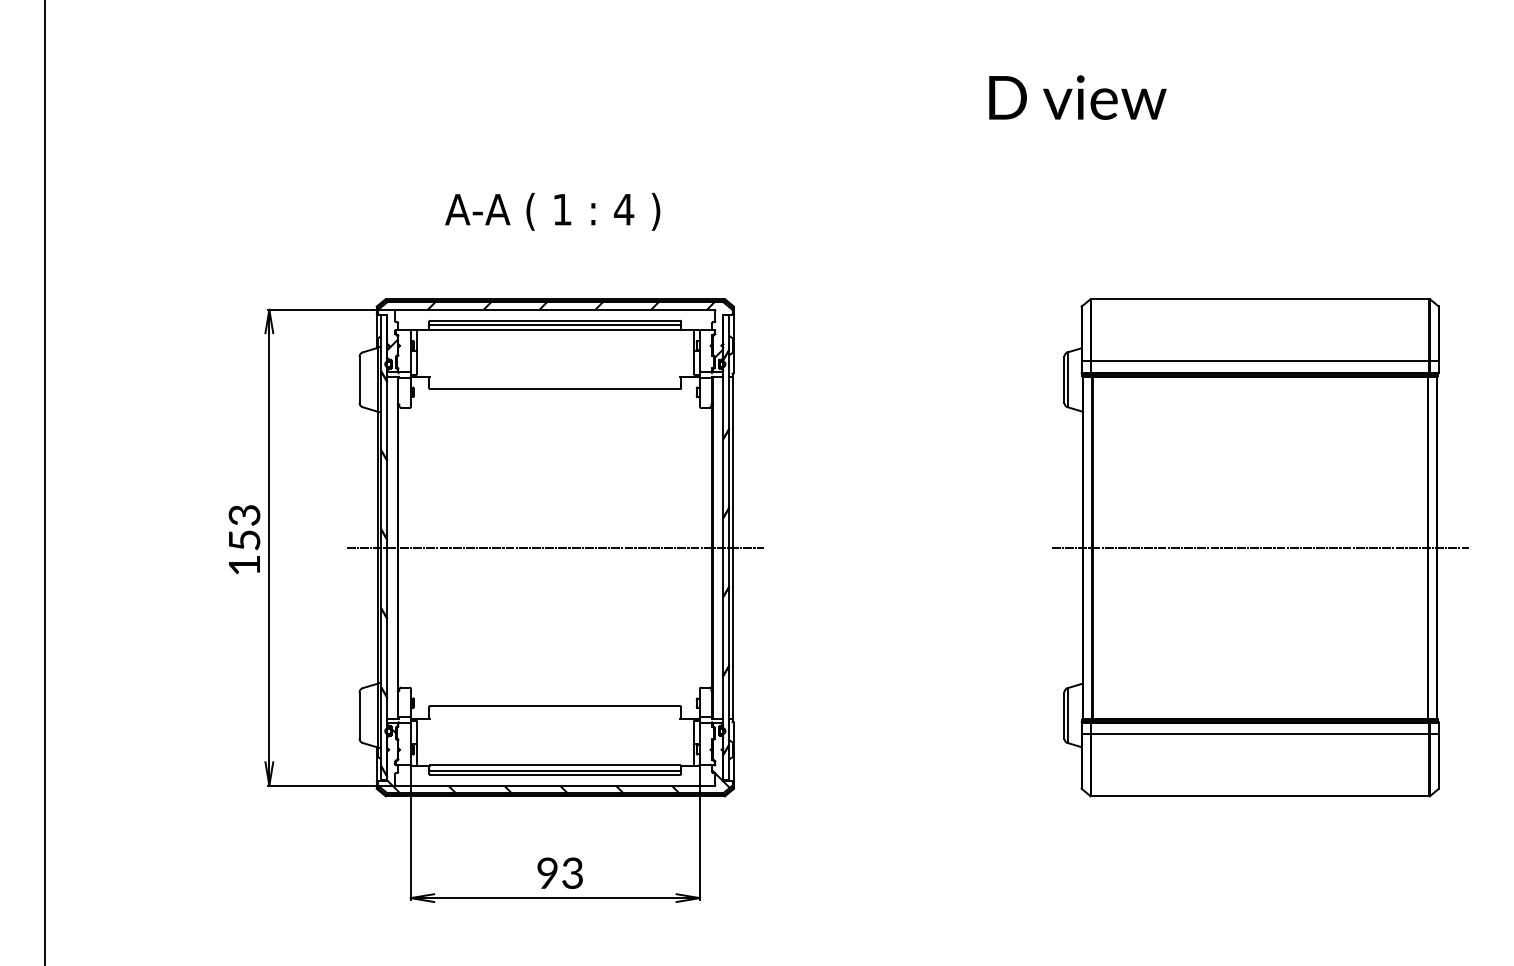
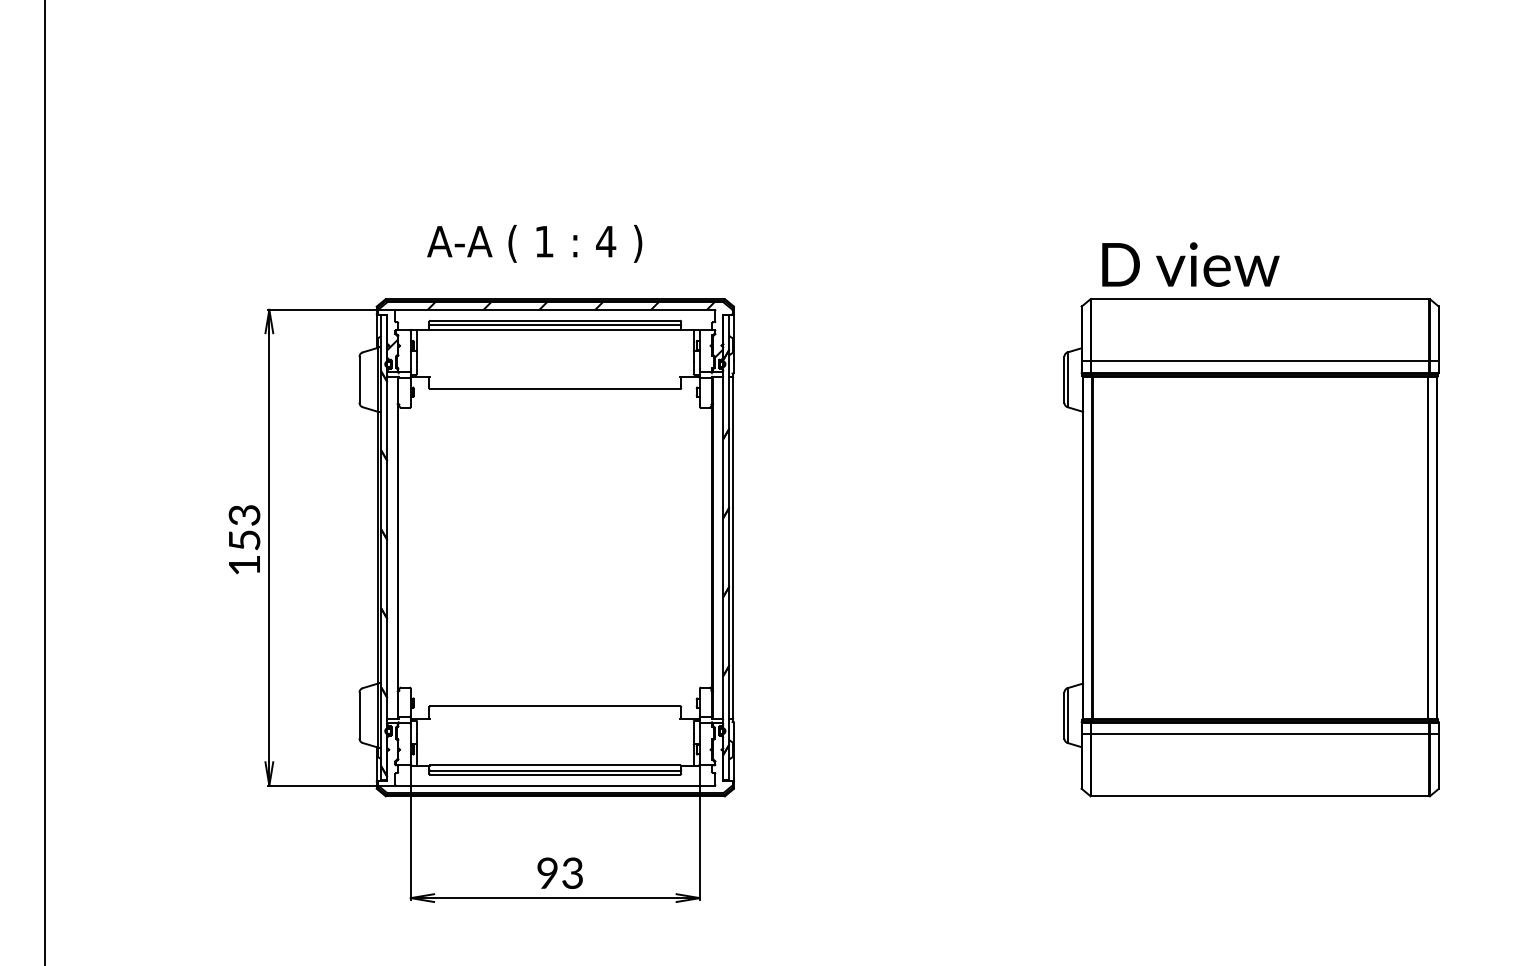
text at (1077, 97) position: (1077, 97) -> (1190, 264)
text at (552, 211) position: (552, 211) -> (534, 243)
line at (555, 547): present -> none
line at (1259, 547): present -> none
hatch at (558, 758): present -> none
